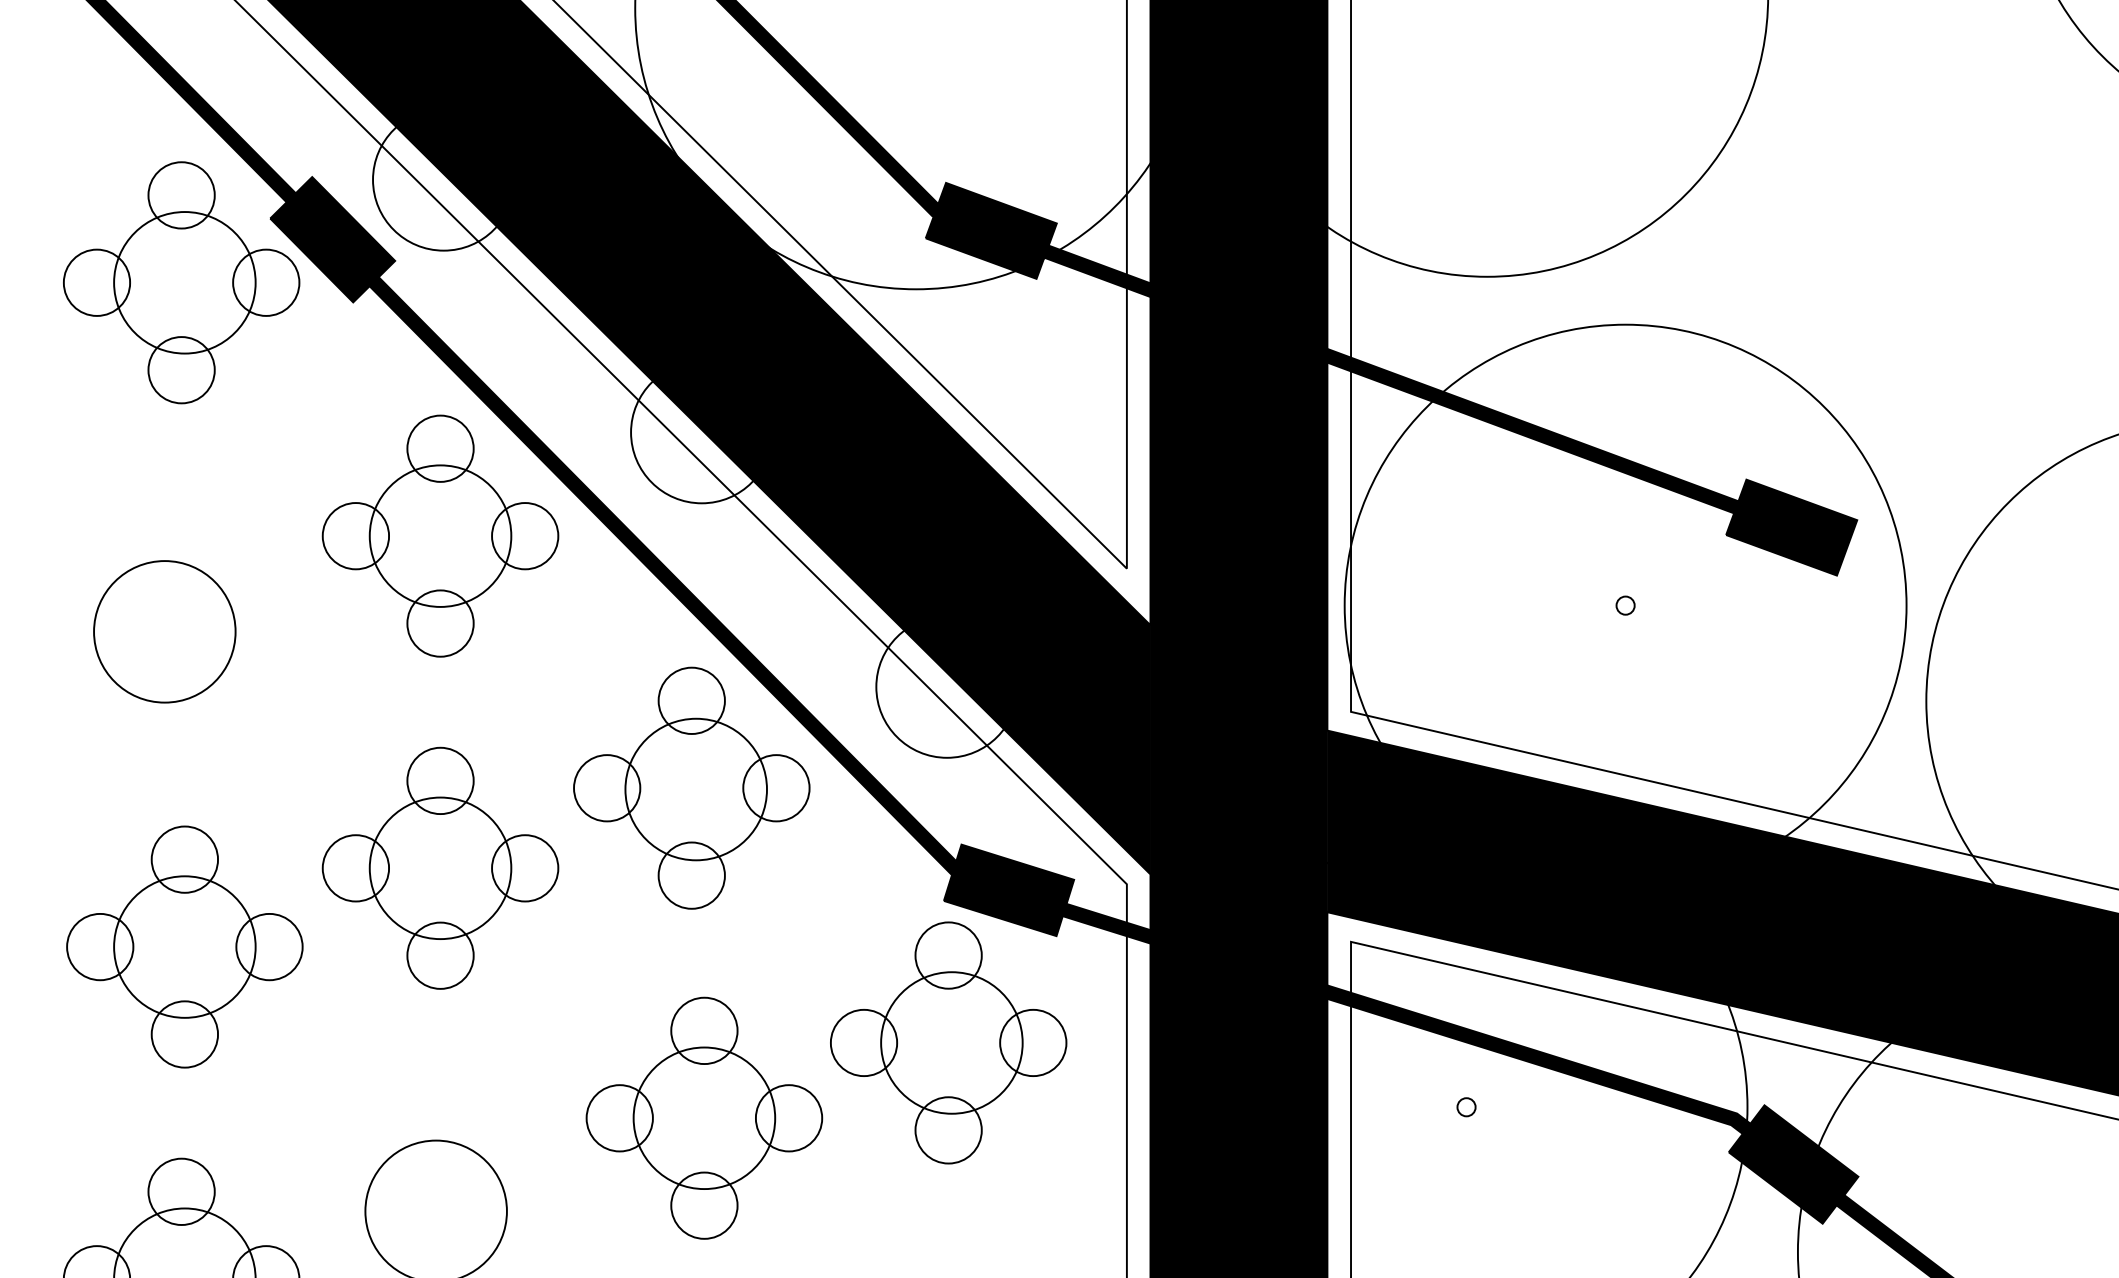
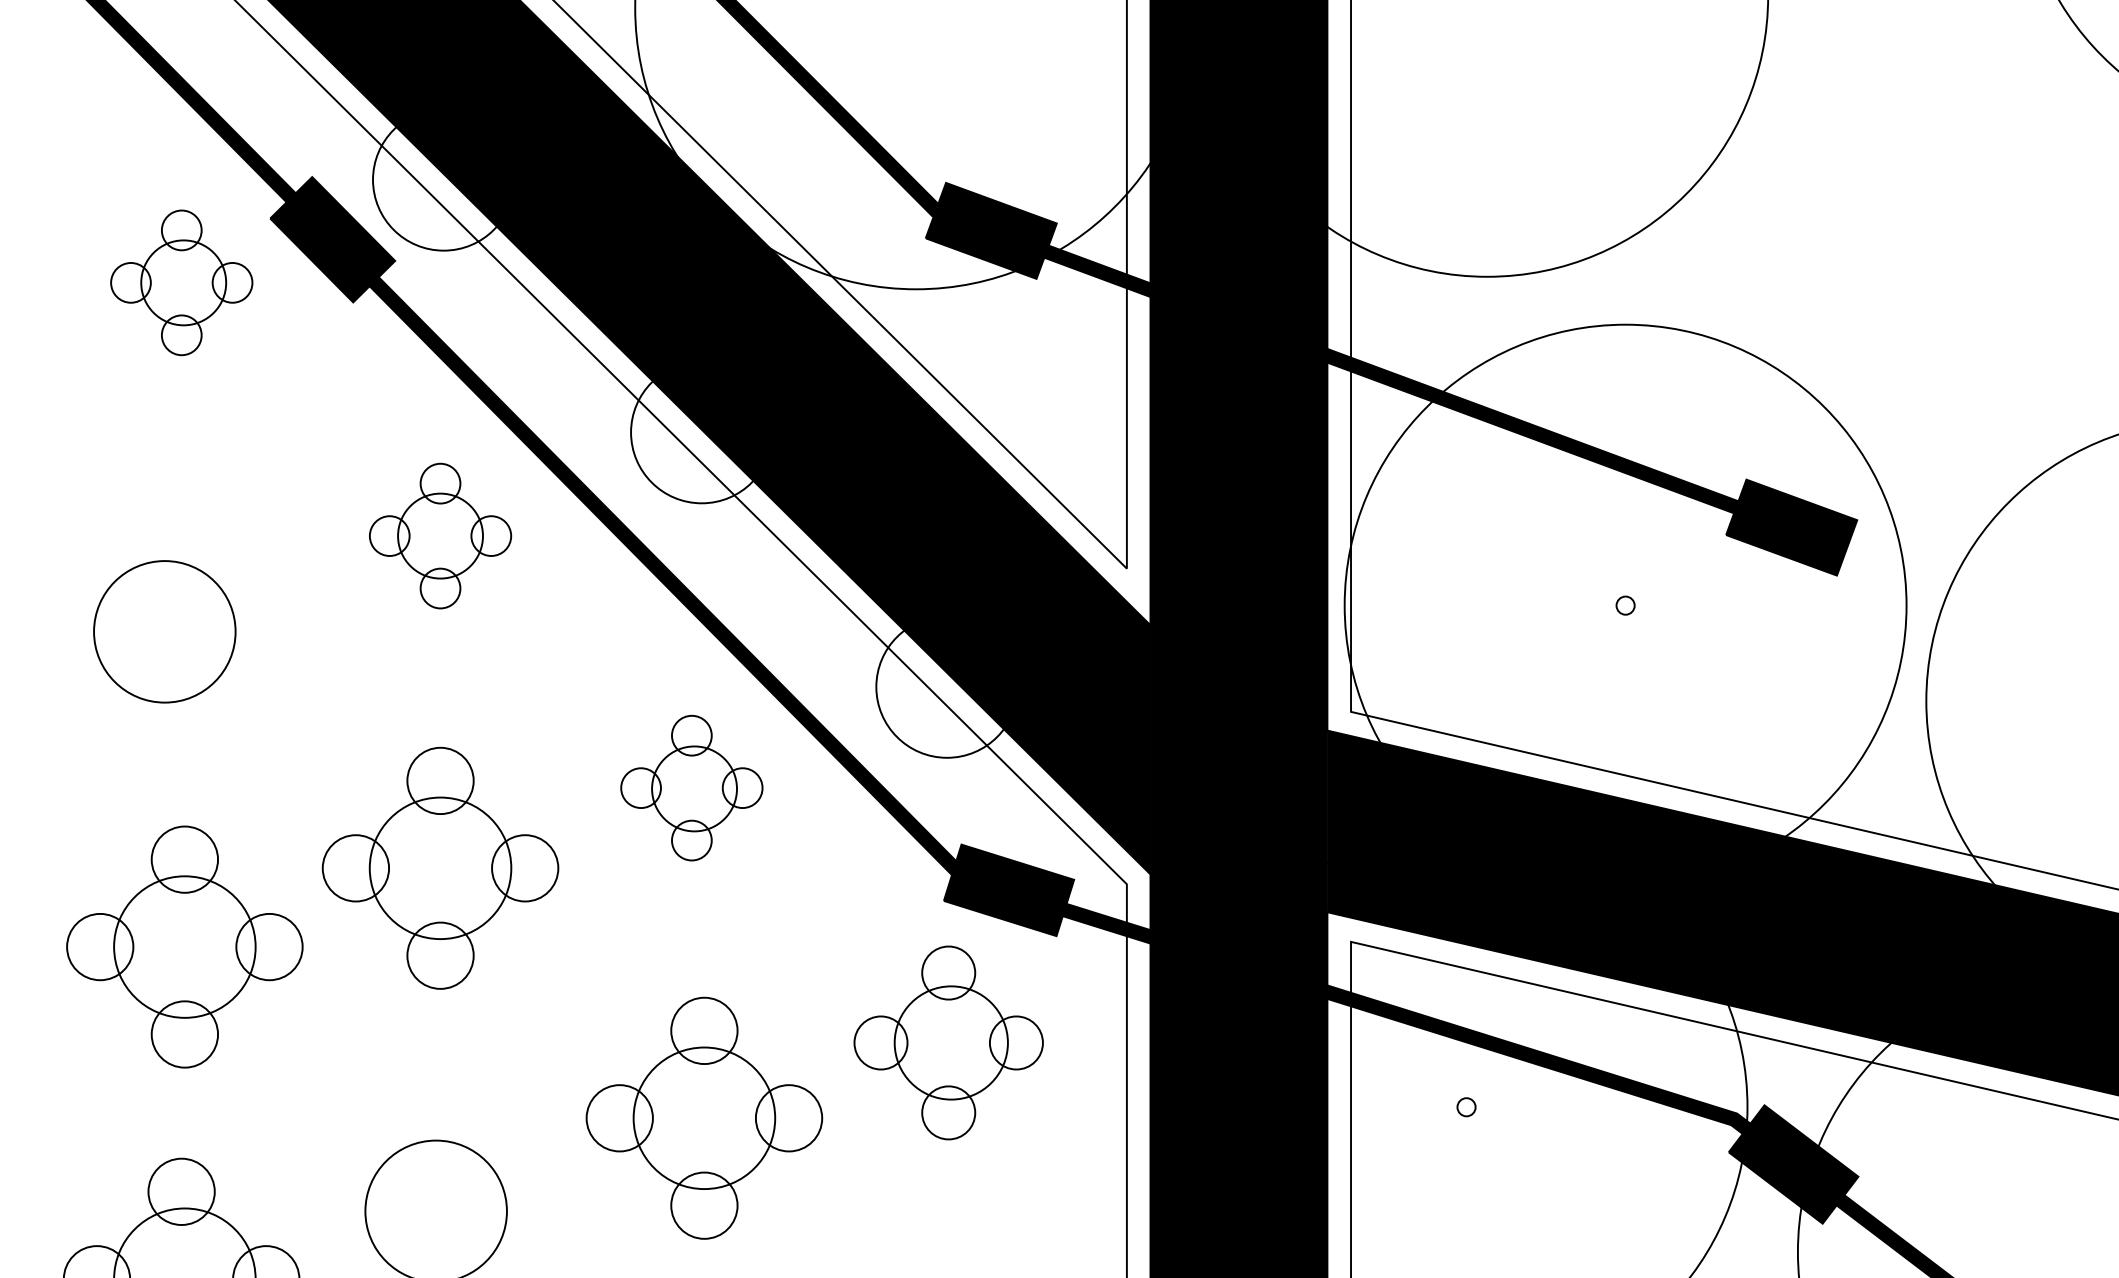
part at (181, 282) size: 238x244 px -> 144x148 px
part at (440, 535) size: 239x244 px -> 144x148 px
part at (691, 787) size: 238x244 px -> 144x148 px
part at (948, 1042) size: 238x244 px -> 191x196 px
